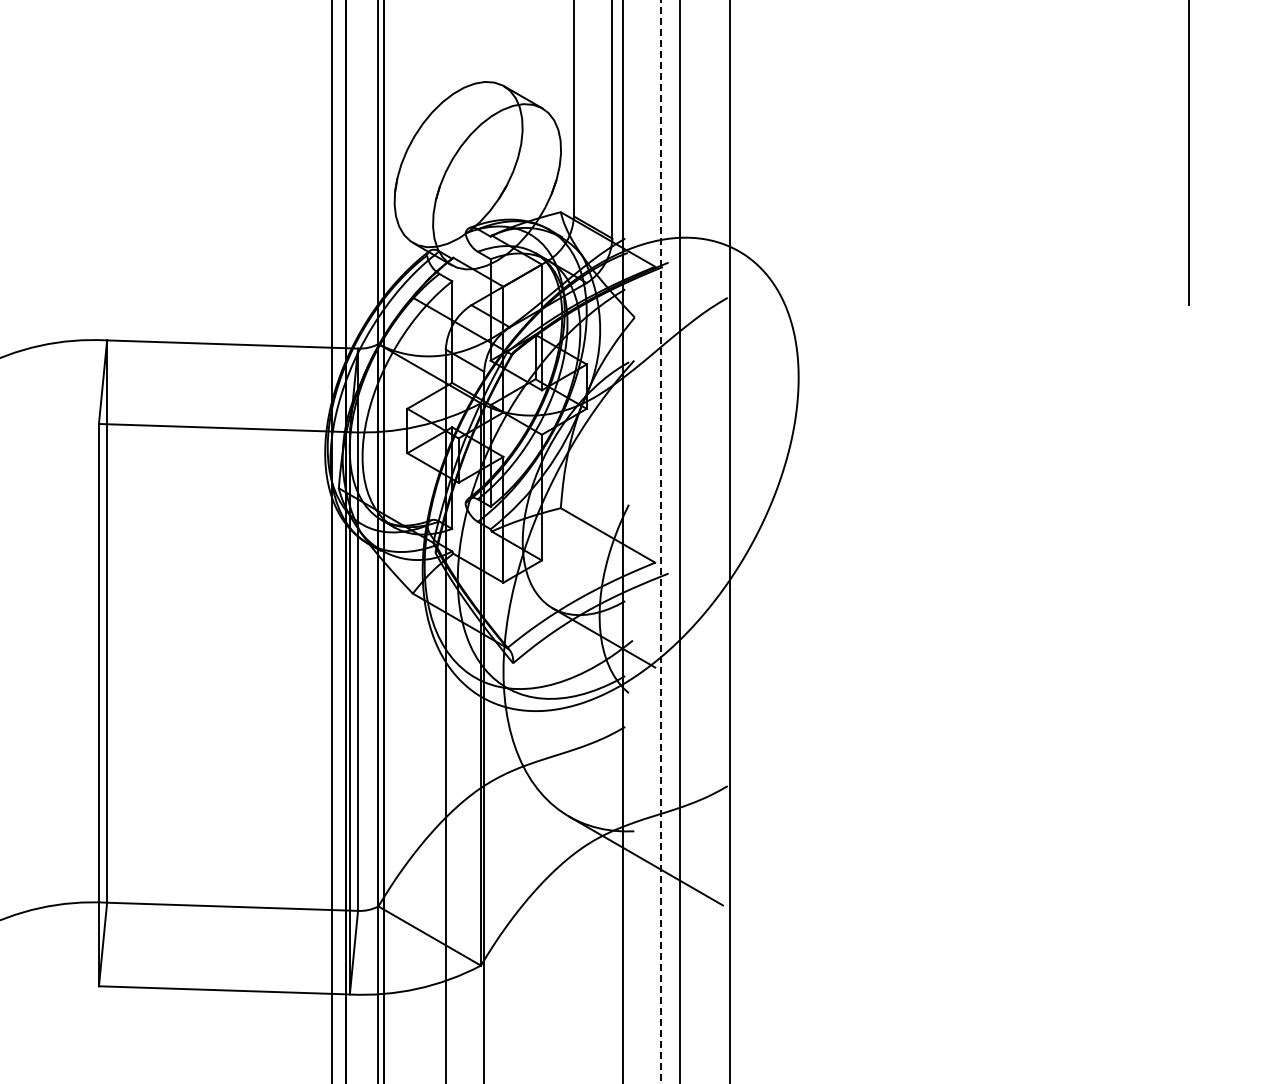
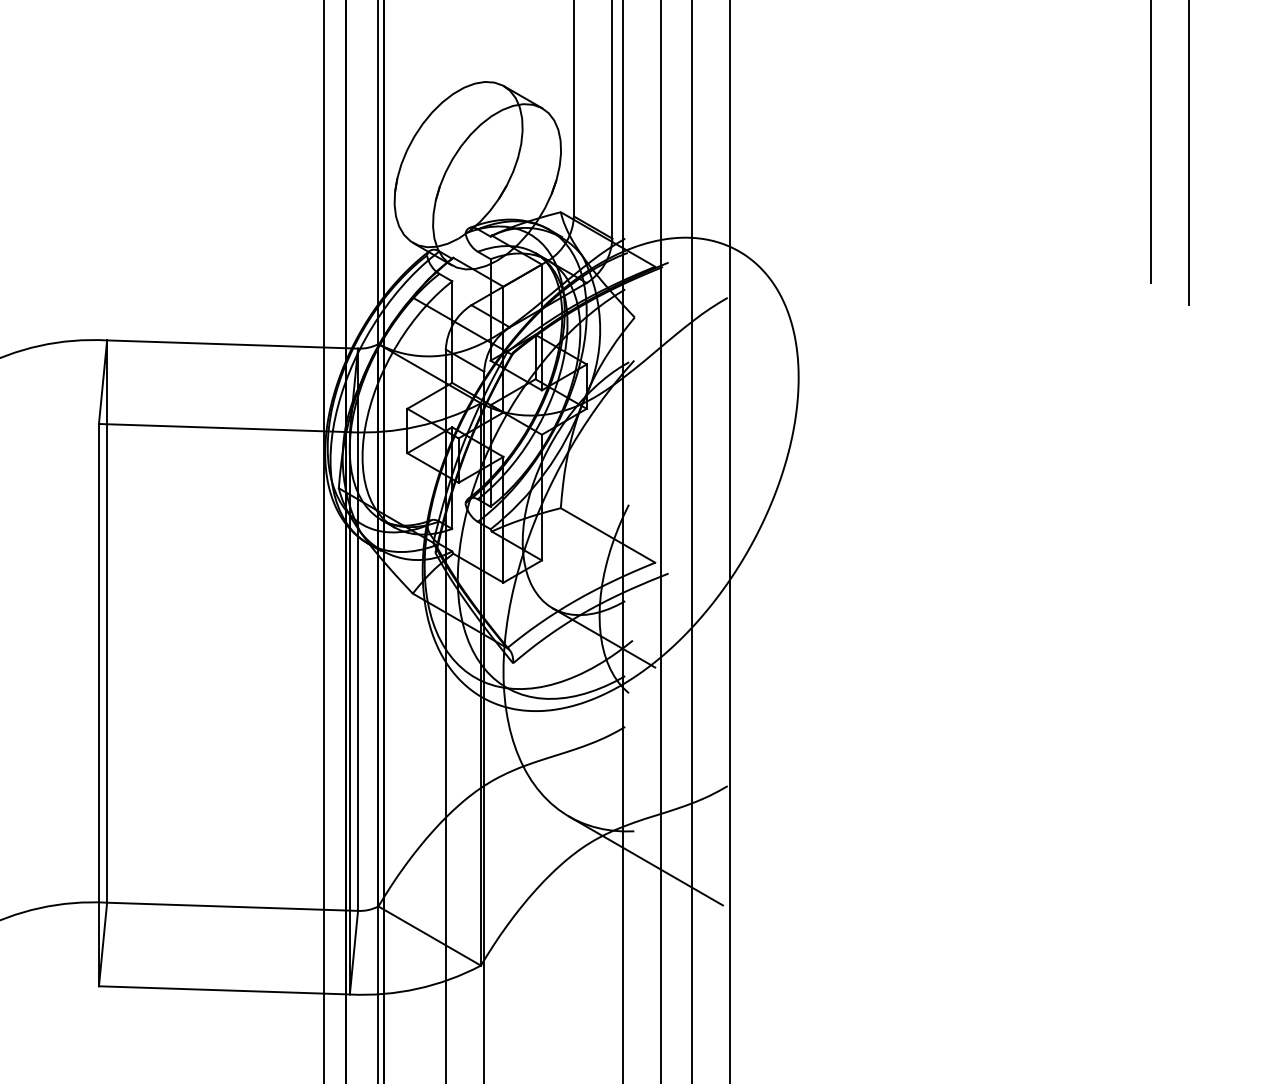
line at (1150, 142): none -> present
line at (331, 541) position: (331, 541) -> (323, 541)
line at (661, 541): dashed -> solid
line at (679, 541) position: (679, 541) -> (691, 541)
